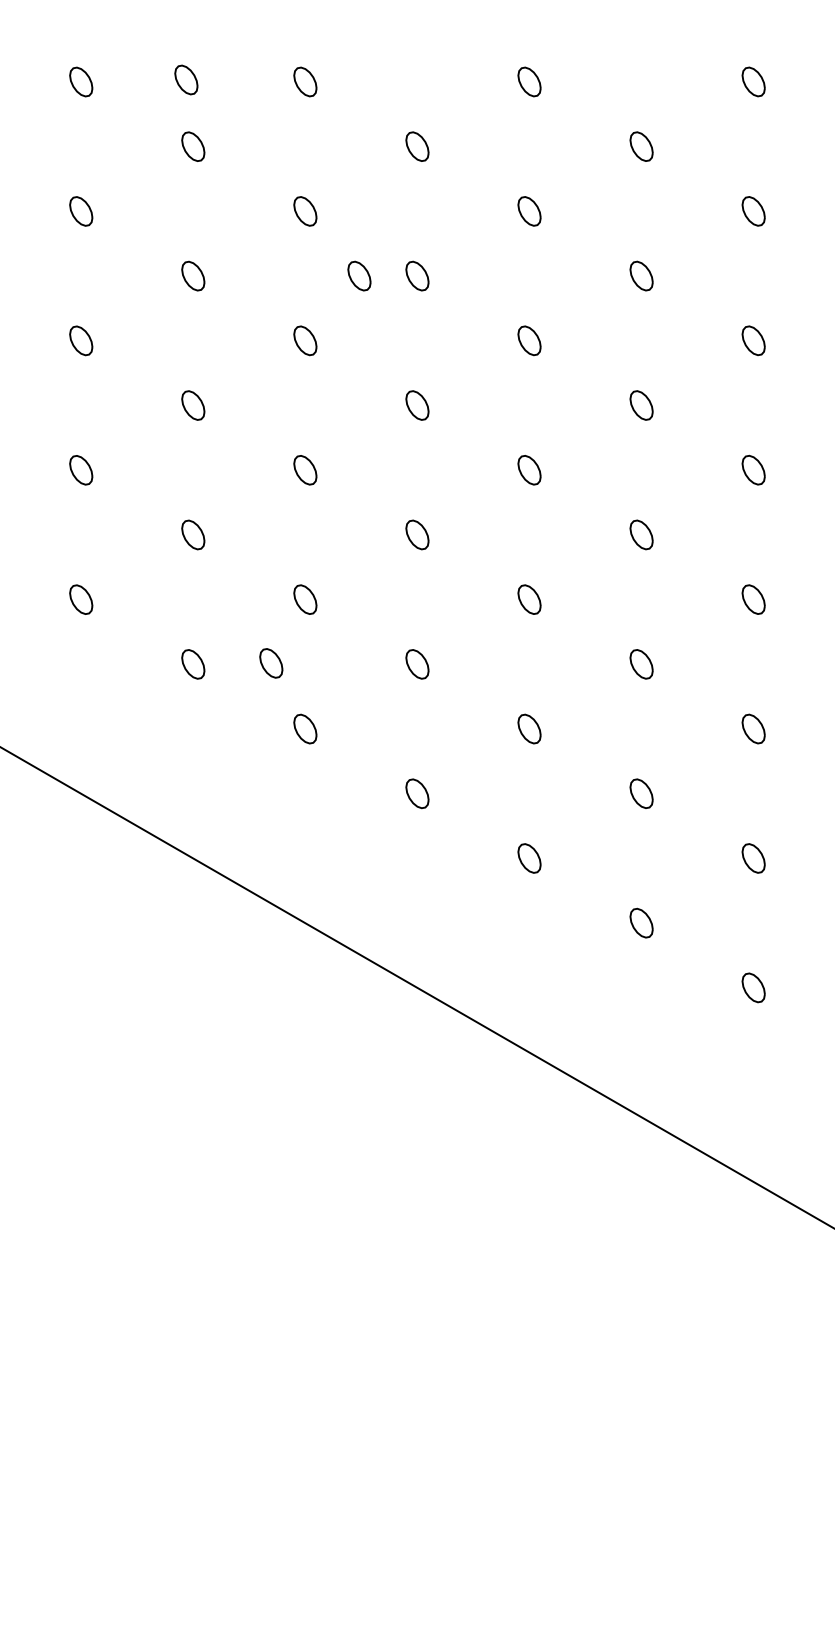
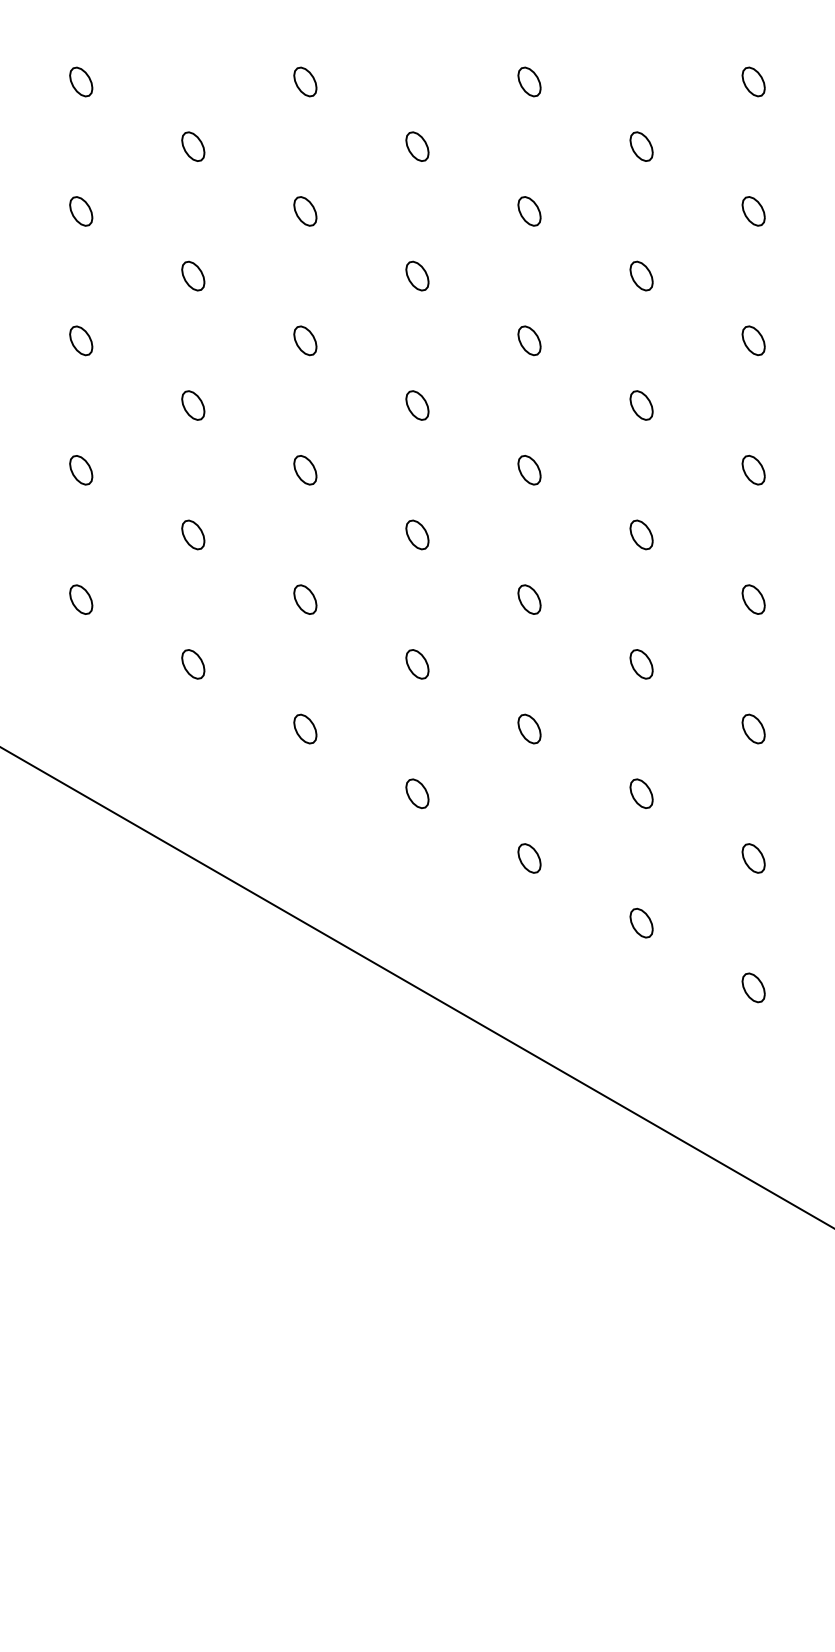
part at (186, 79): present -> none
part at (359, 275): present -> none
part at (271, 663): present -> none
